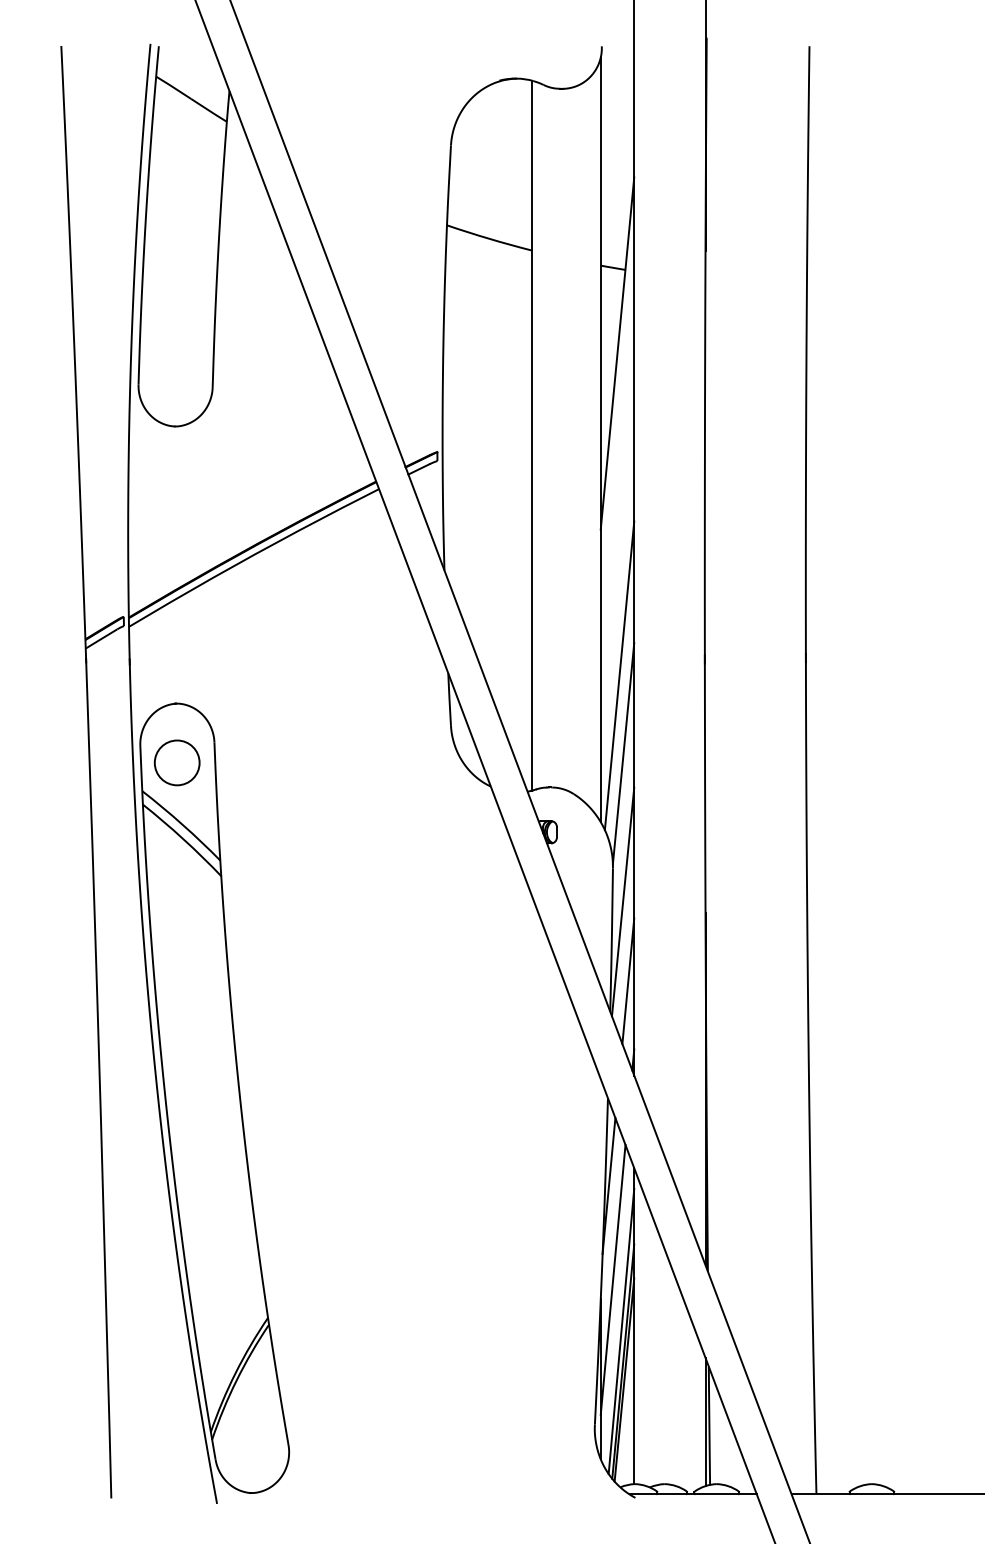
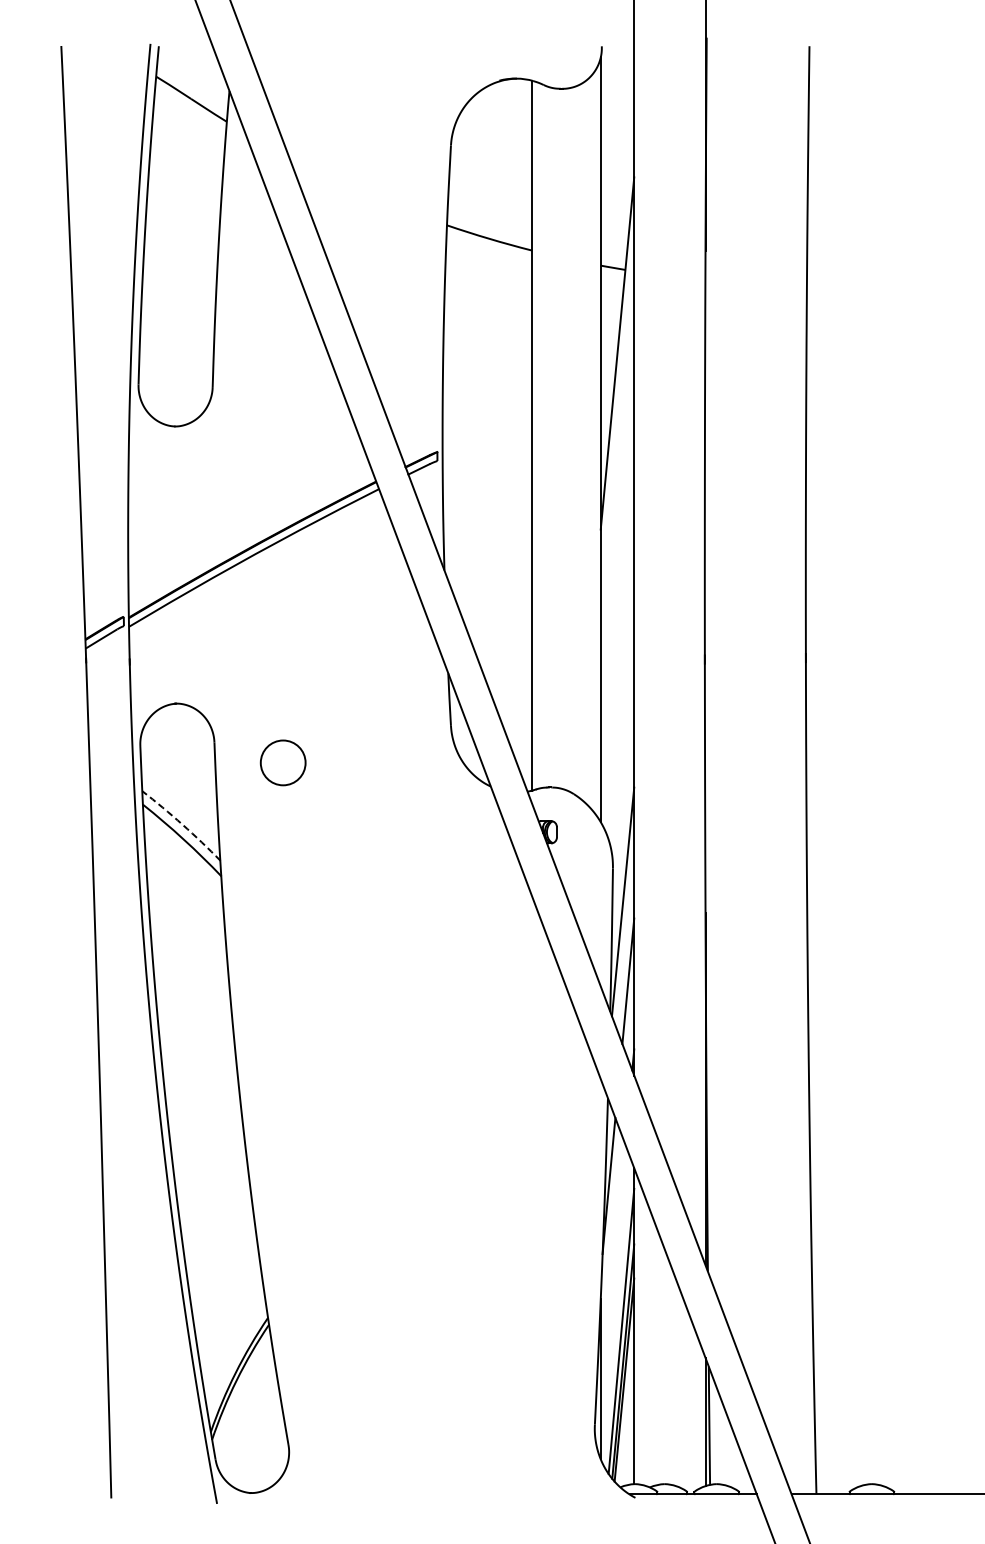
line at (619, 675): present -> none
line at (623, 753): present -> none
circle at (176, 762) position: (176, 762) -> (282, 762)
arc at (182, 824): solid -> dashed
line at (612, 1279): present -> none
